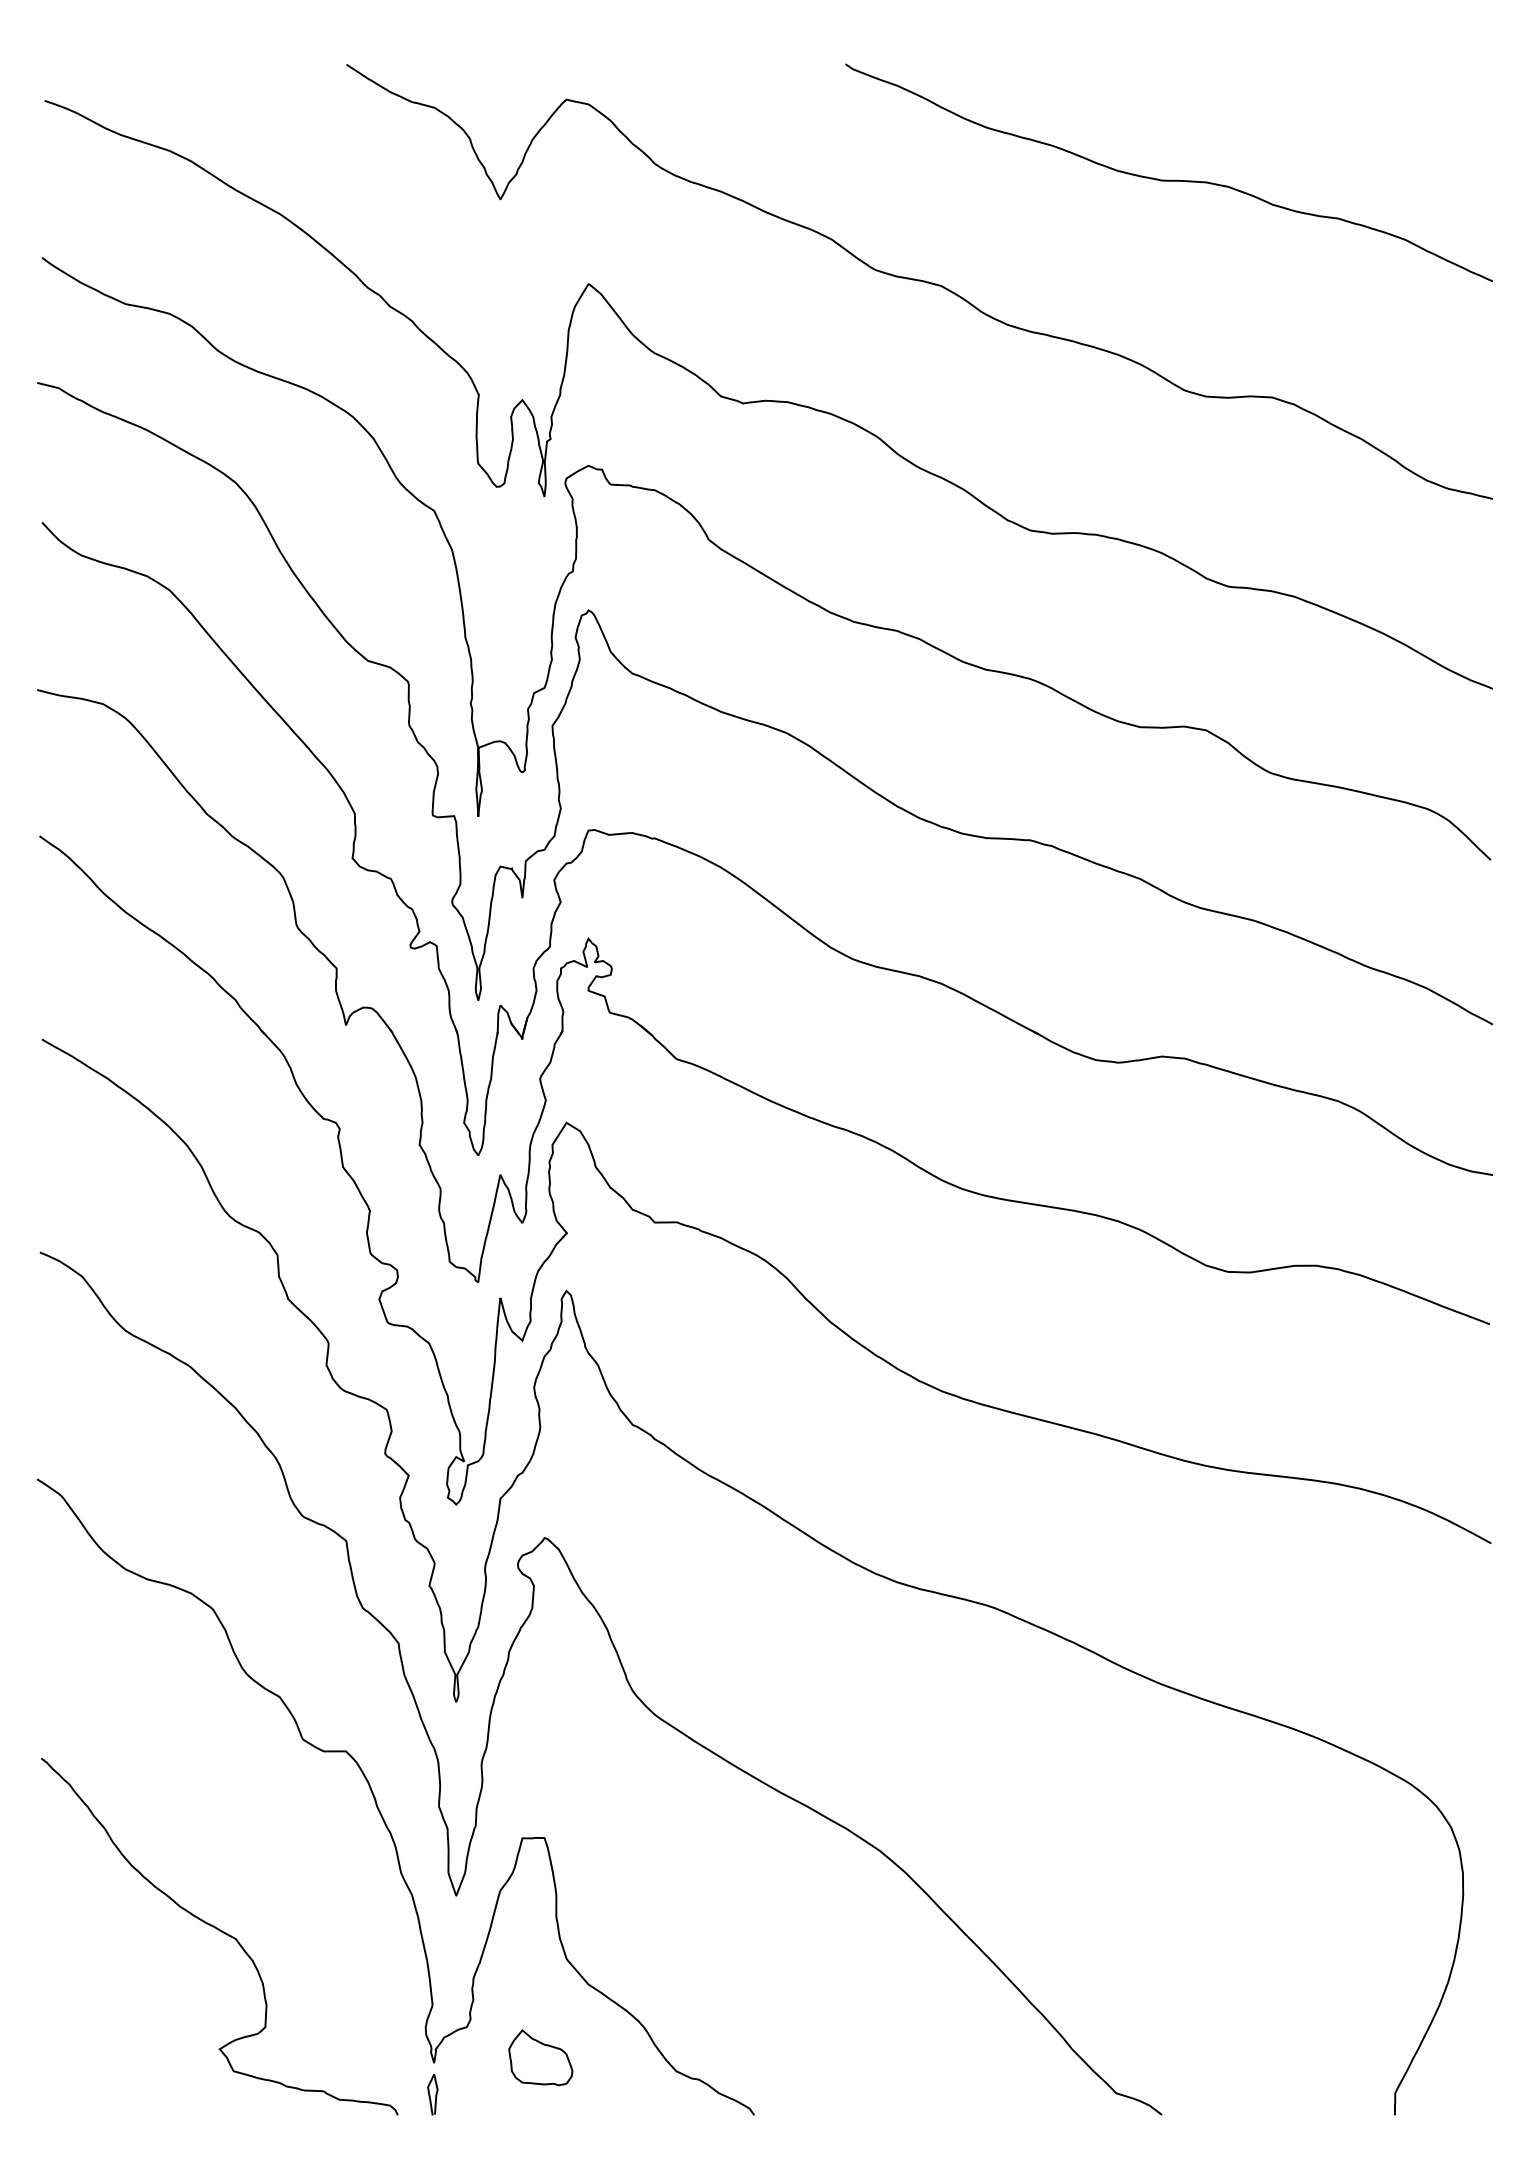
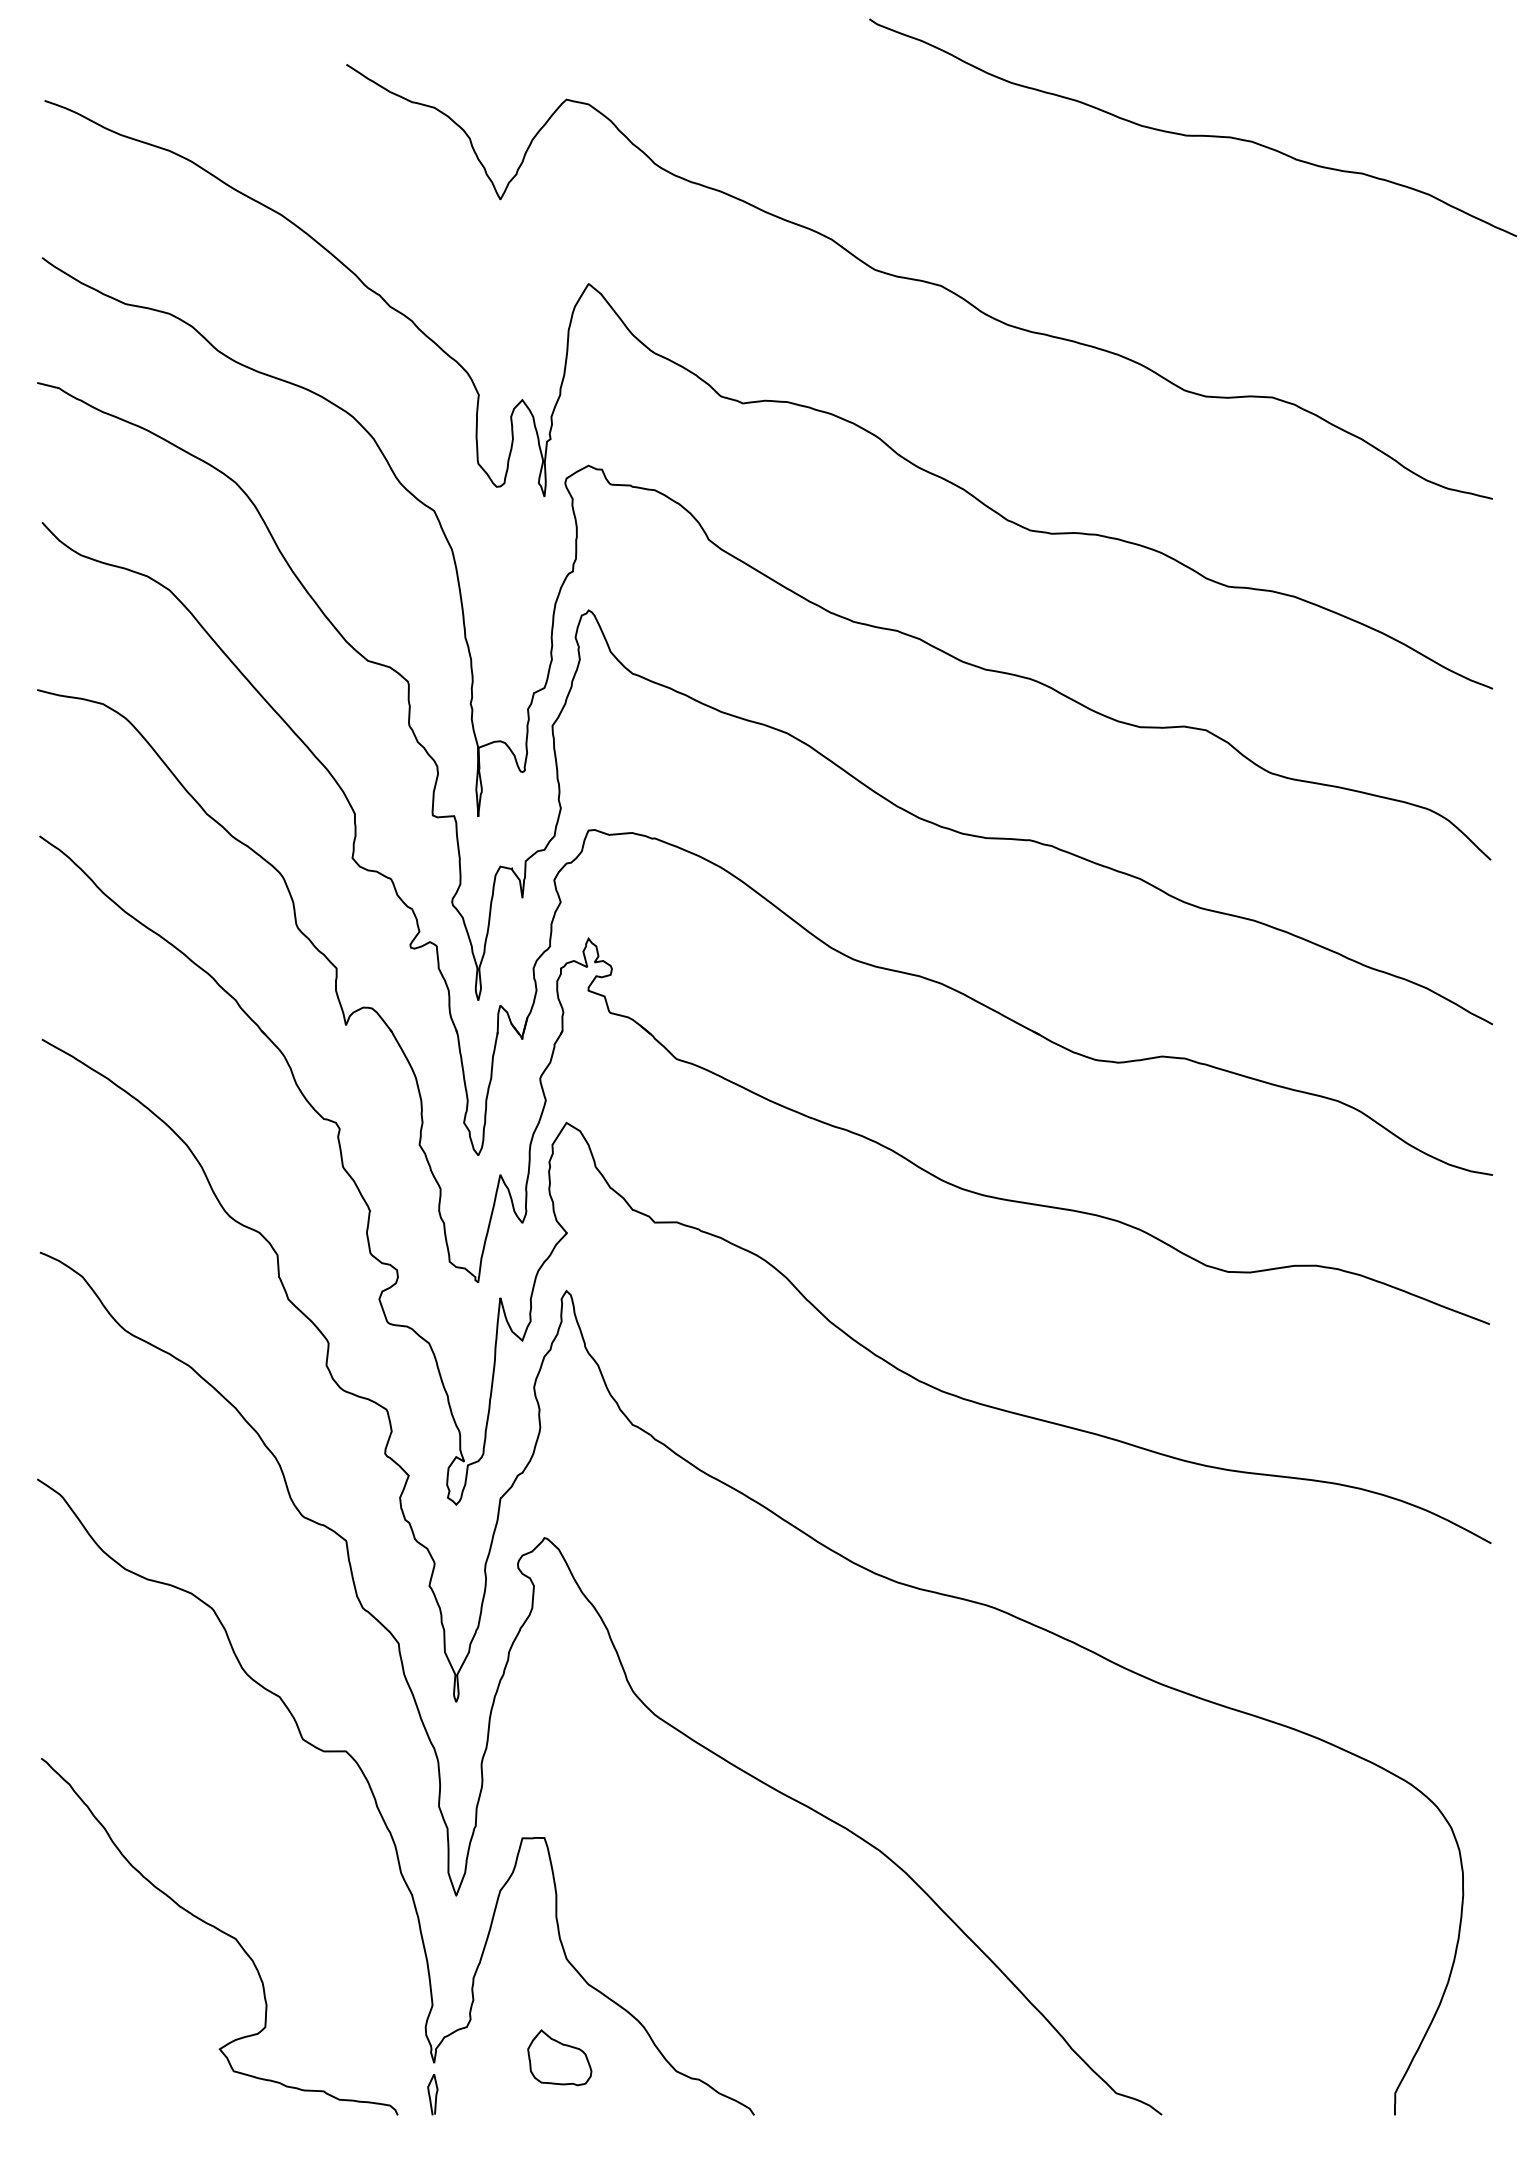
curve at (1169, 179) position: (1169, 179) -> (1193, 134)
part at (540, 2057) position: (540, 2057) -> (559, 2057)
